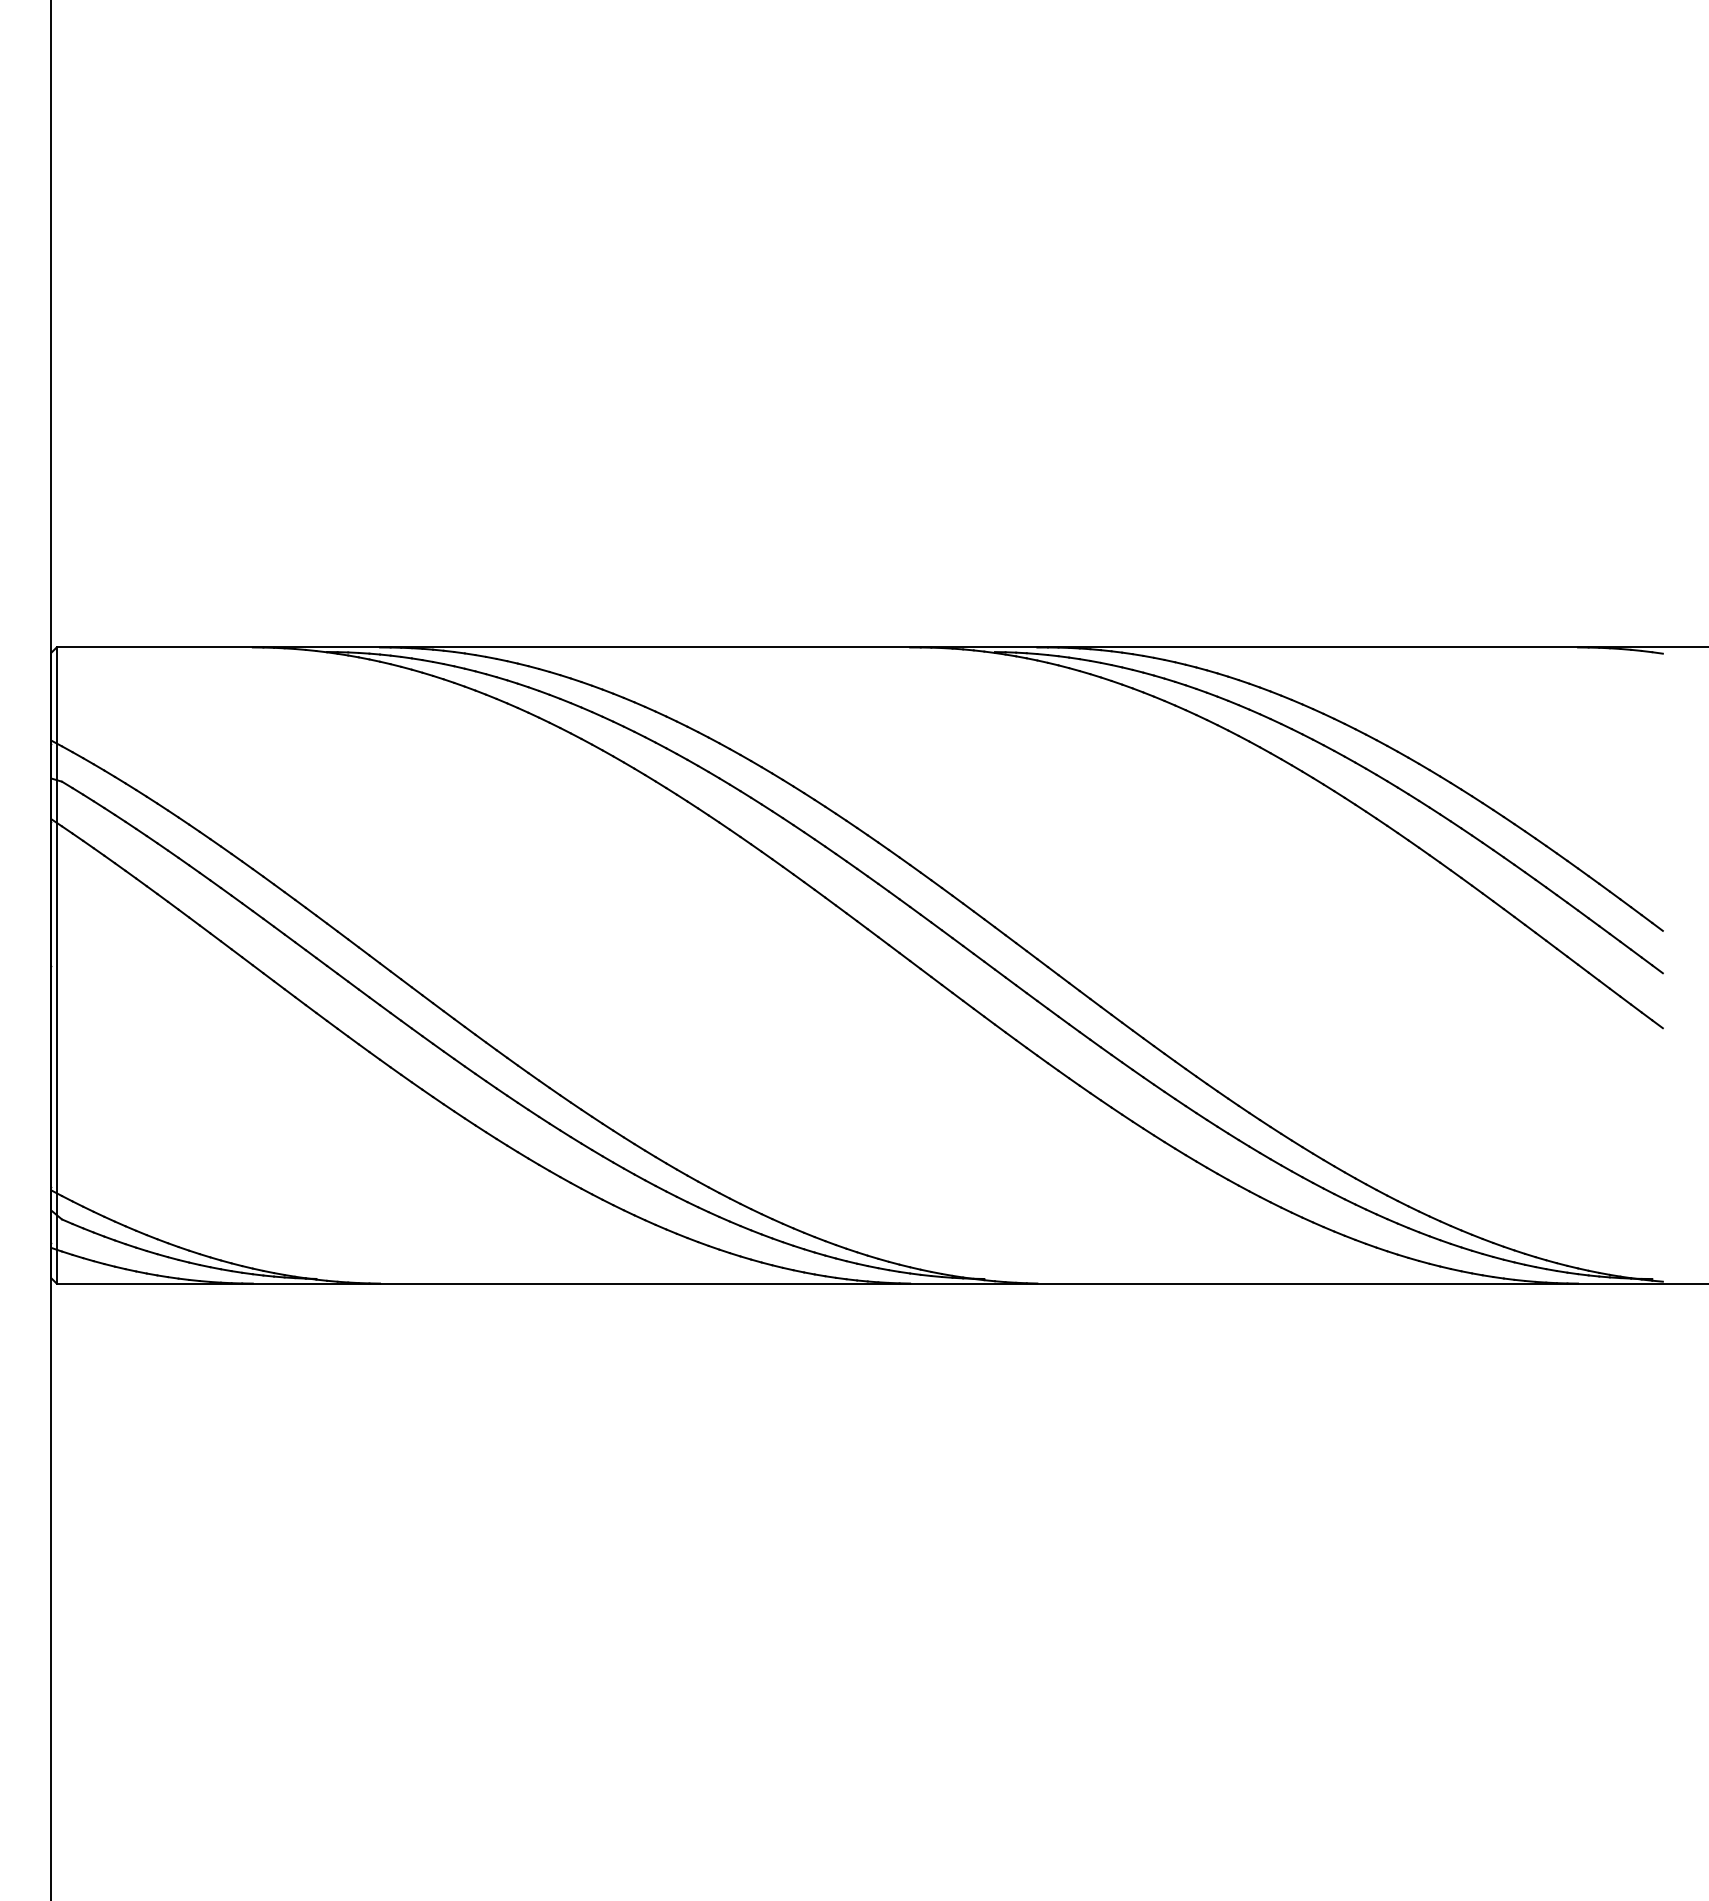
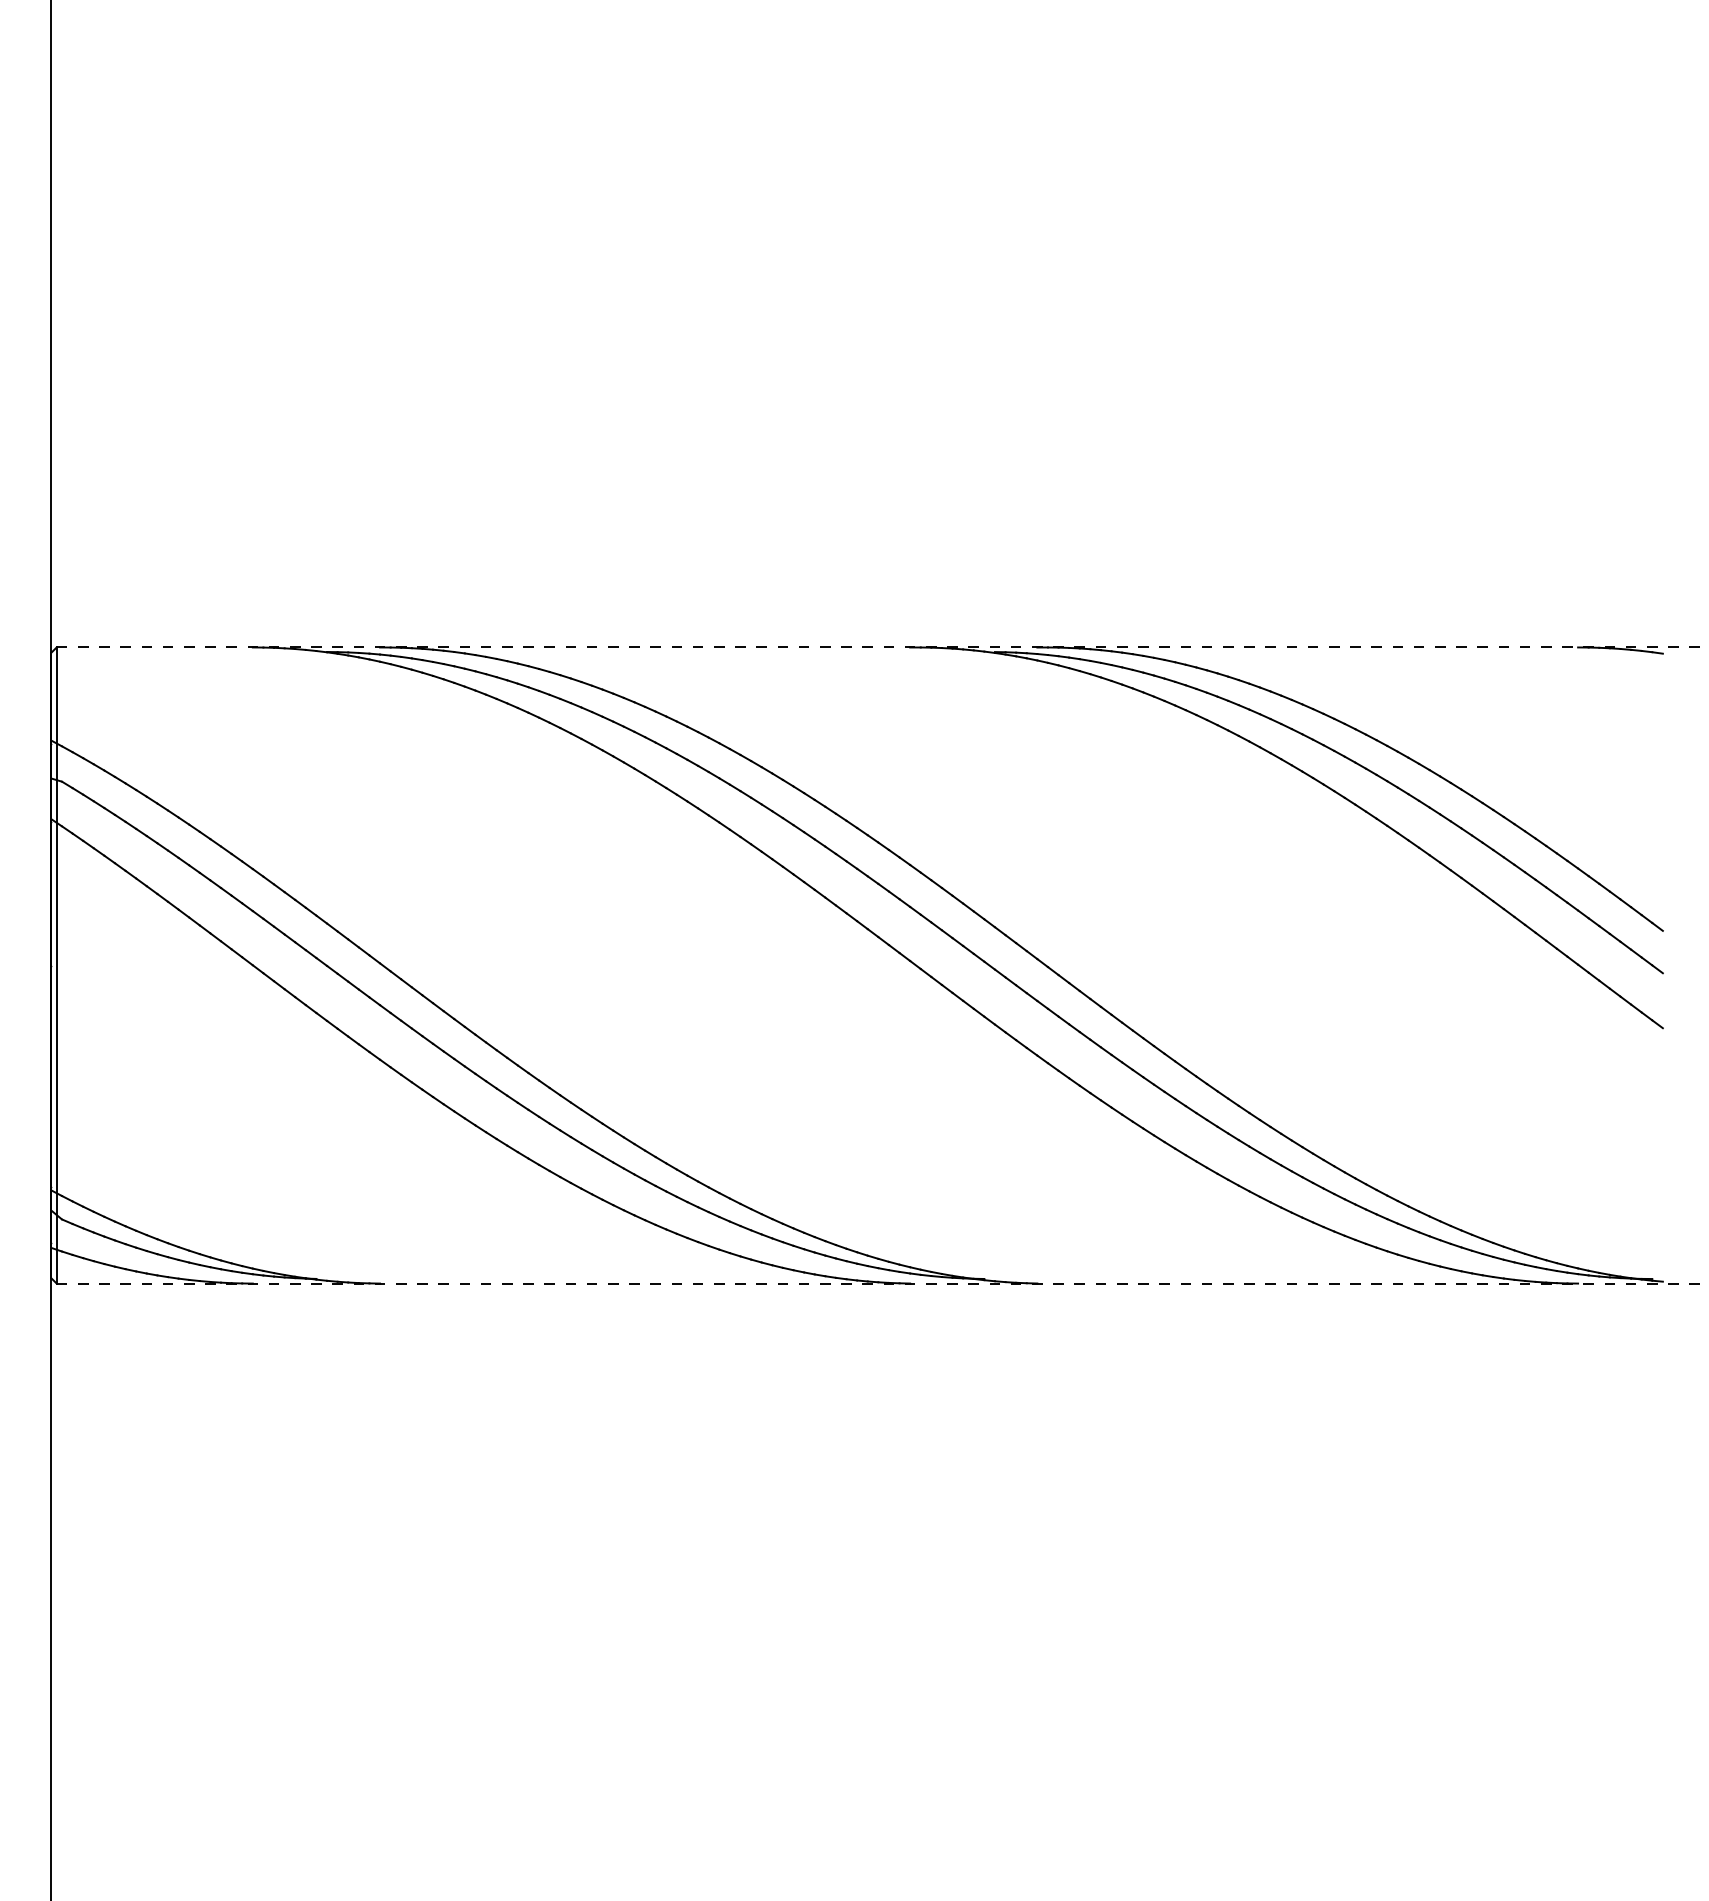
line at (882, 647): solid -> dashed
line at (882, 1283): solid -> dashed
